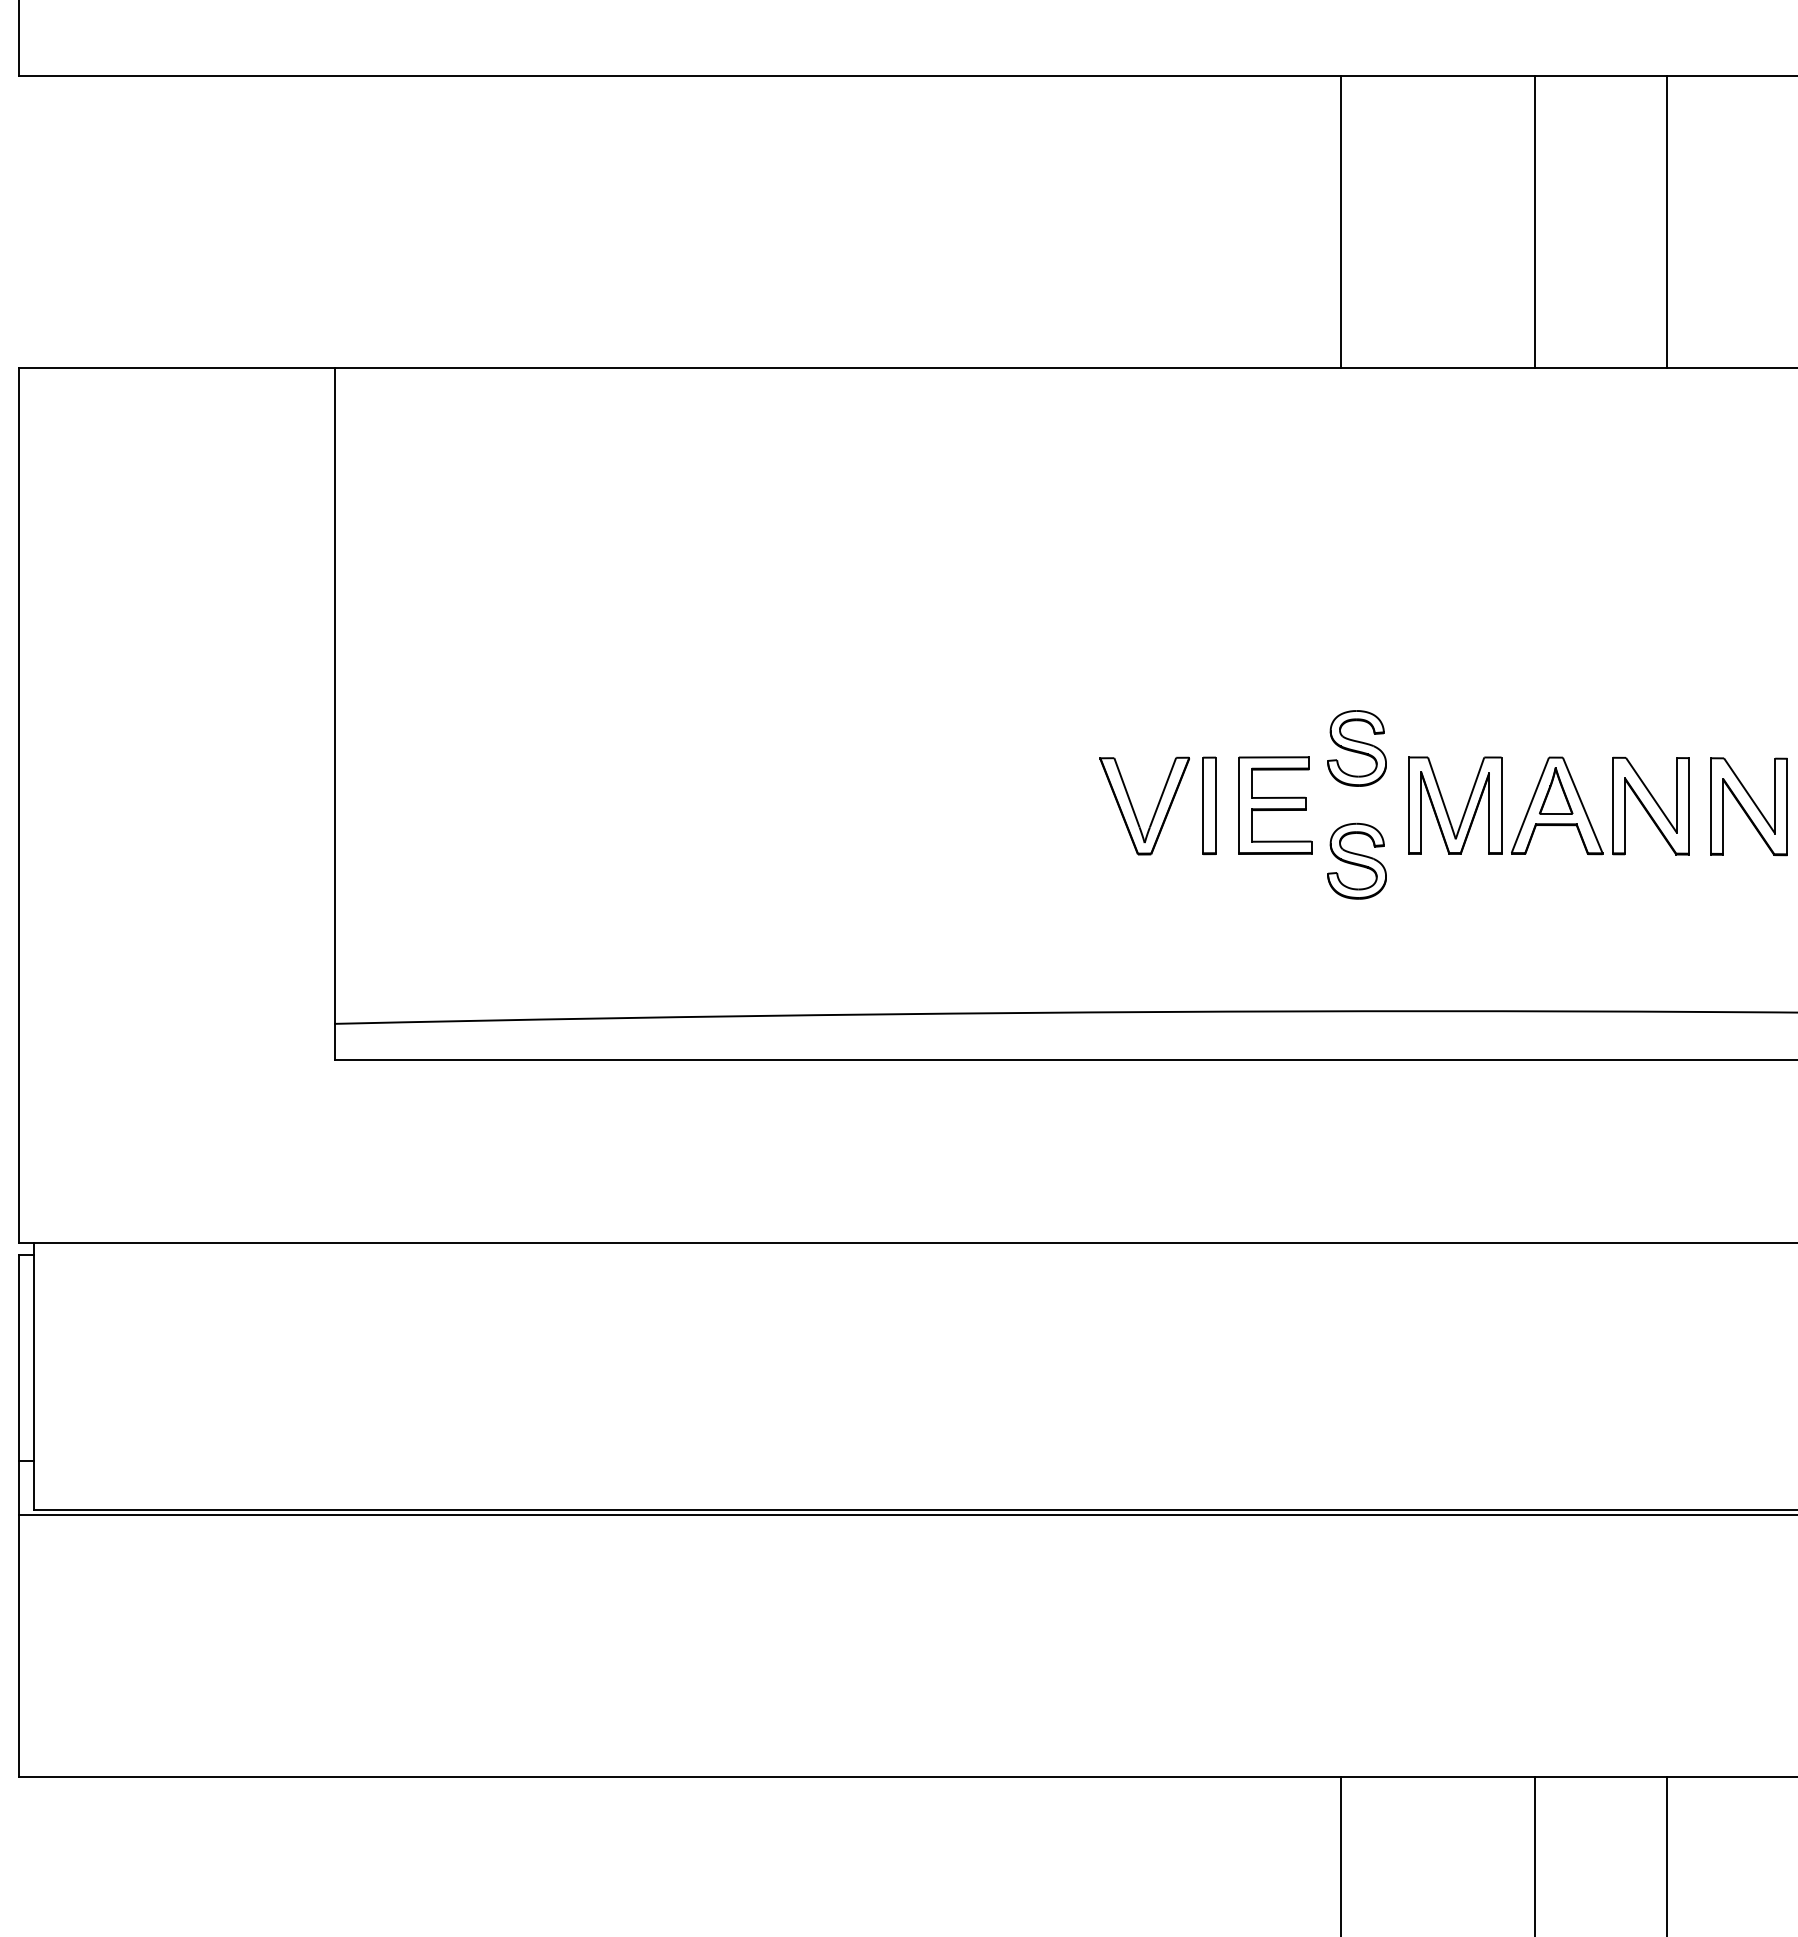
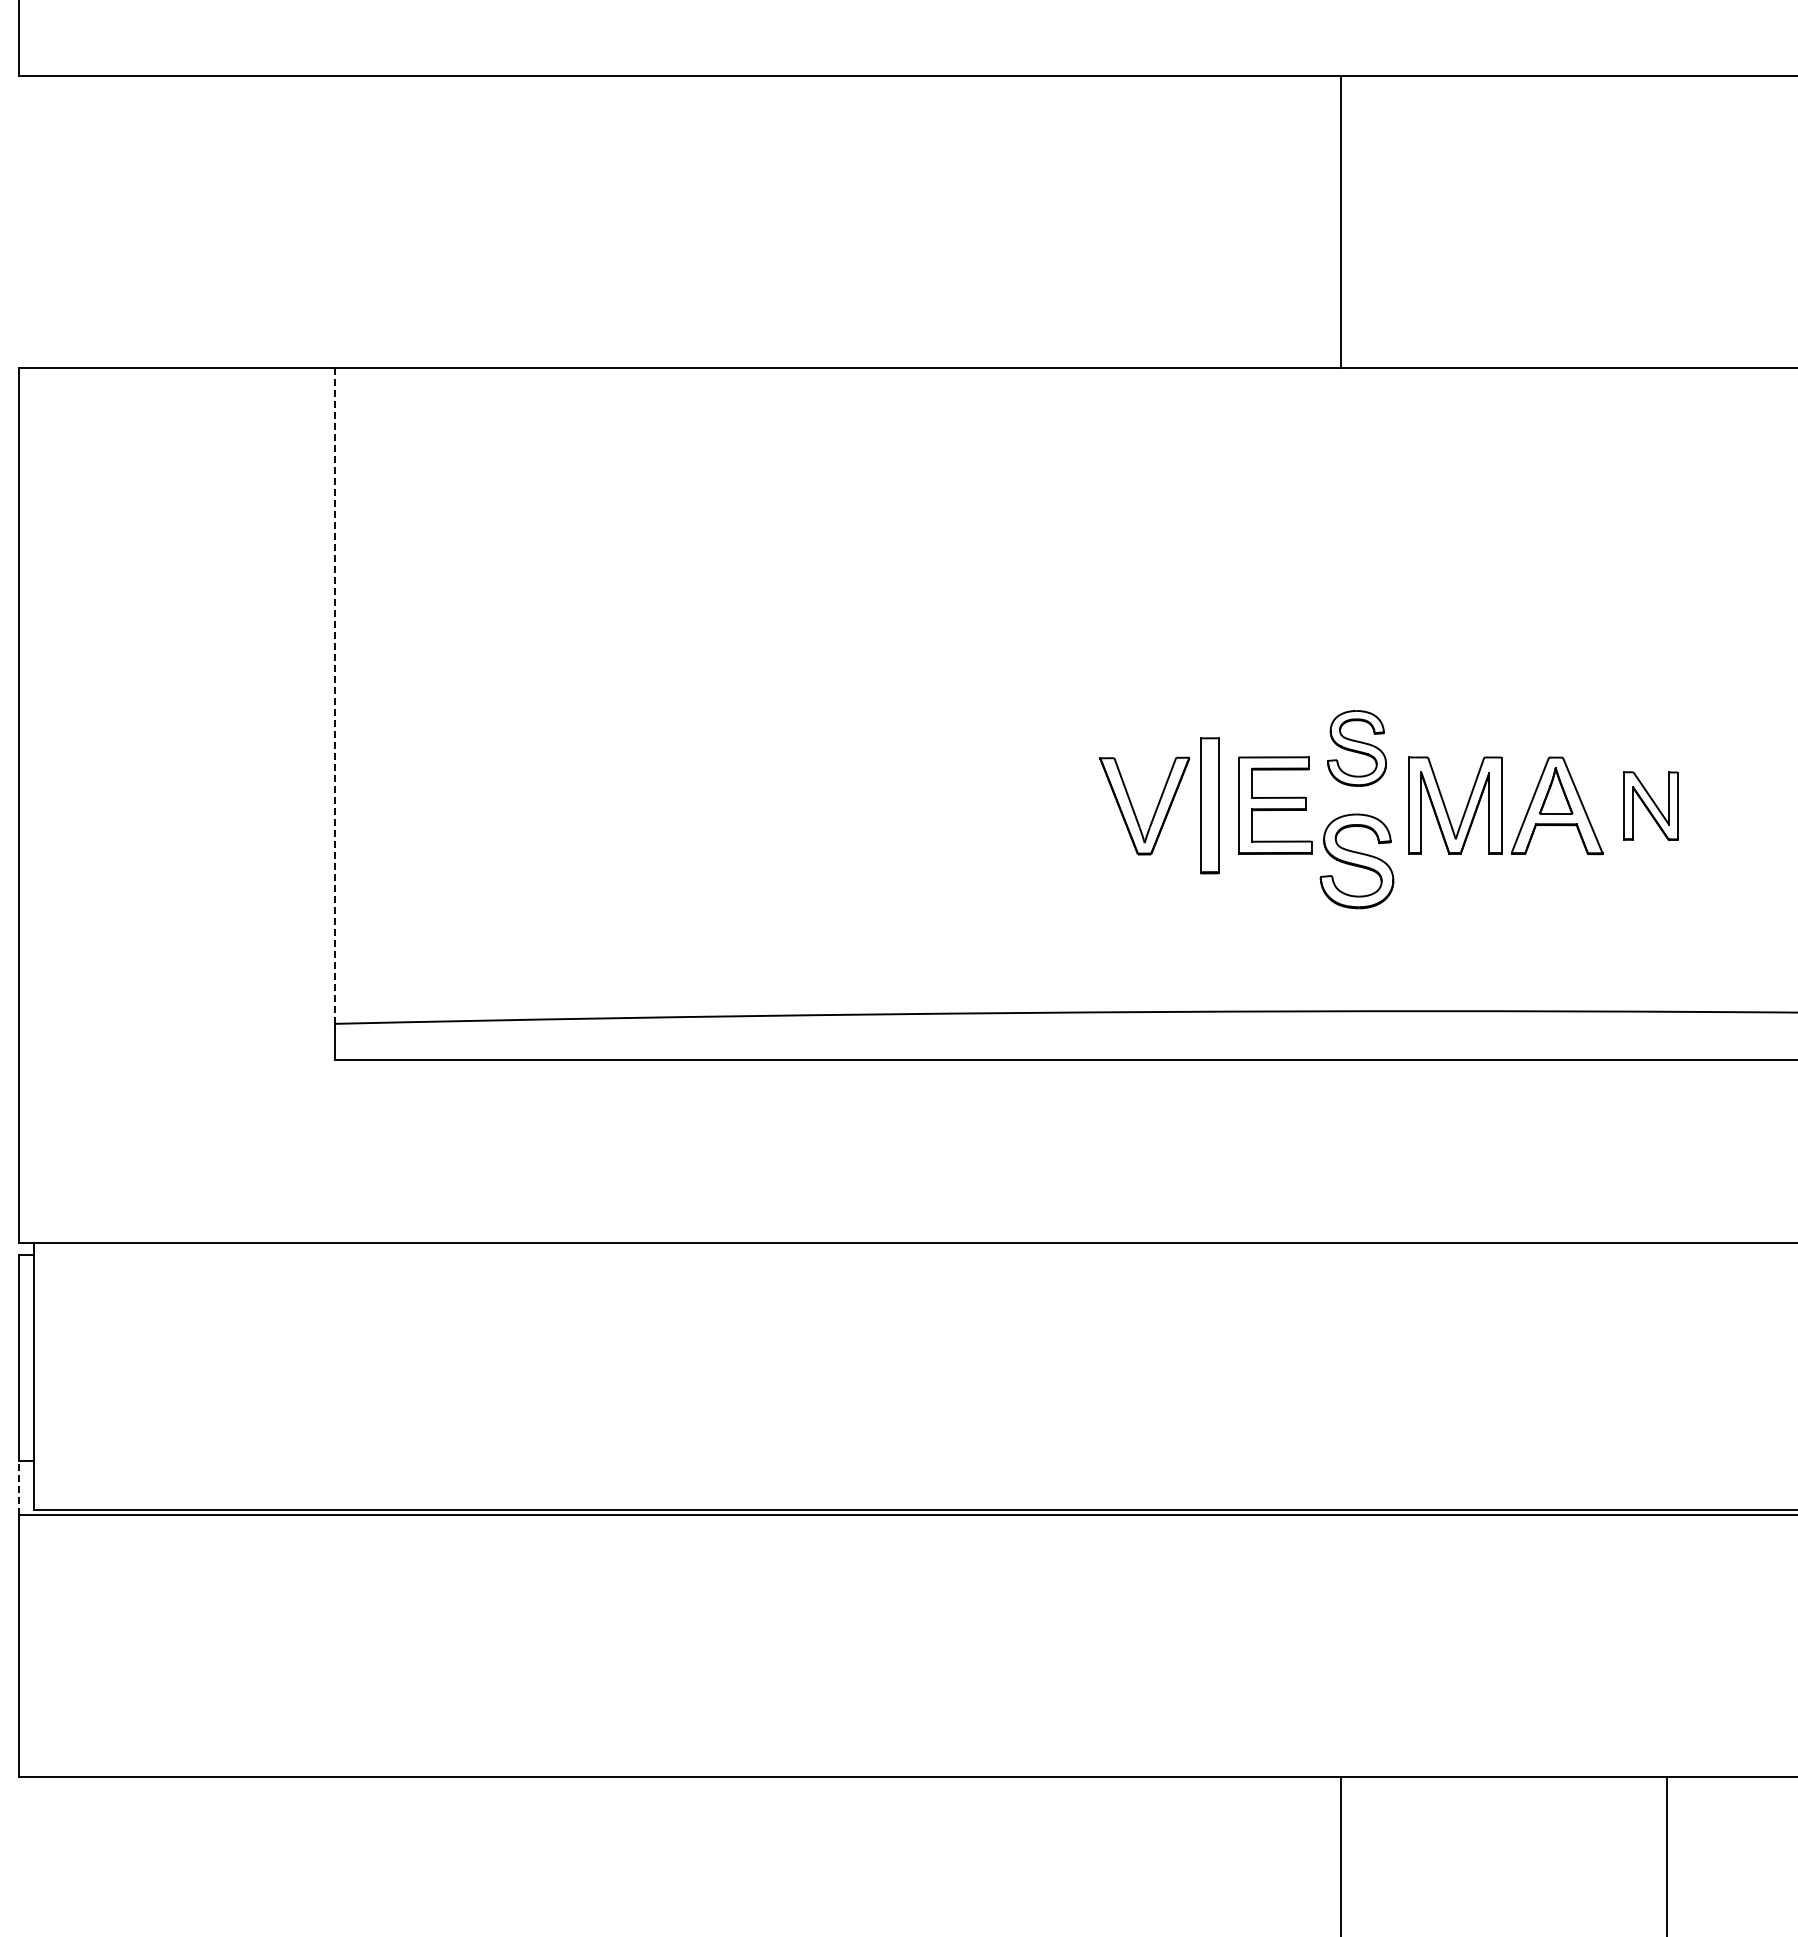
line at (1535, 221): present -> none
line at (1666, 221): present -> none
line at (334, 695): solid -> dashed
part at (1209, 805) size: 15x100 px -> 20x138 px
part at (1650, 805) size: 78x100 px -> 56x70 px
part at (1748, 806): present -> none
part at (1356, 860) size: 60x78 px -> 76x97 px
line at (18, 1488): solid -> dashed
line at (1535, 1855): present -> none
